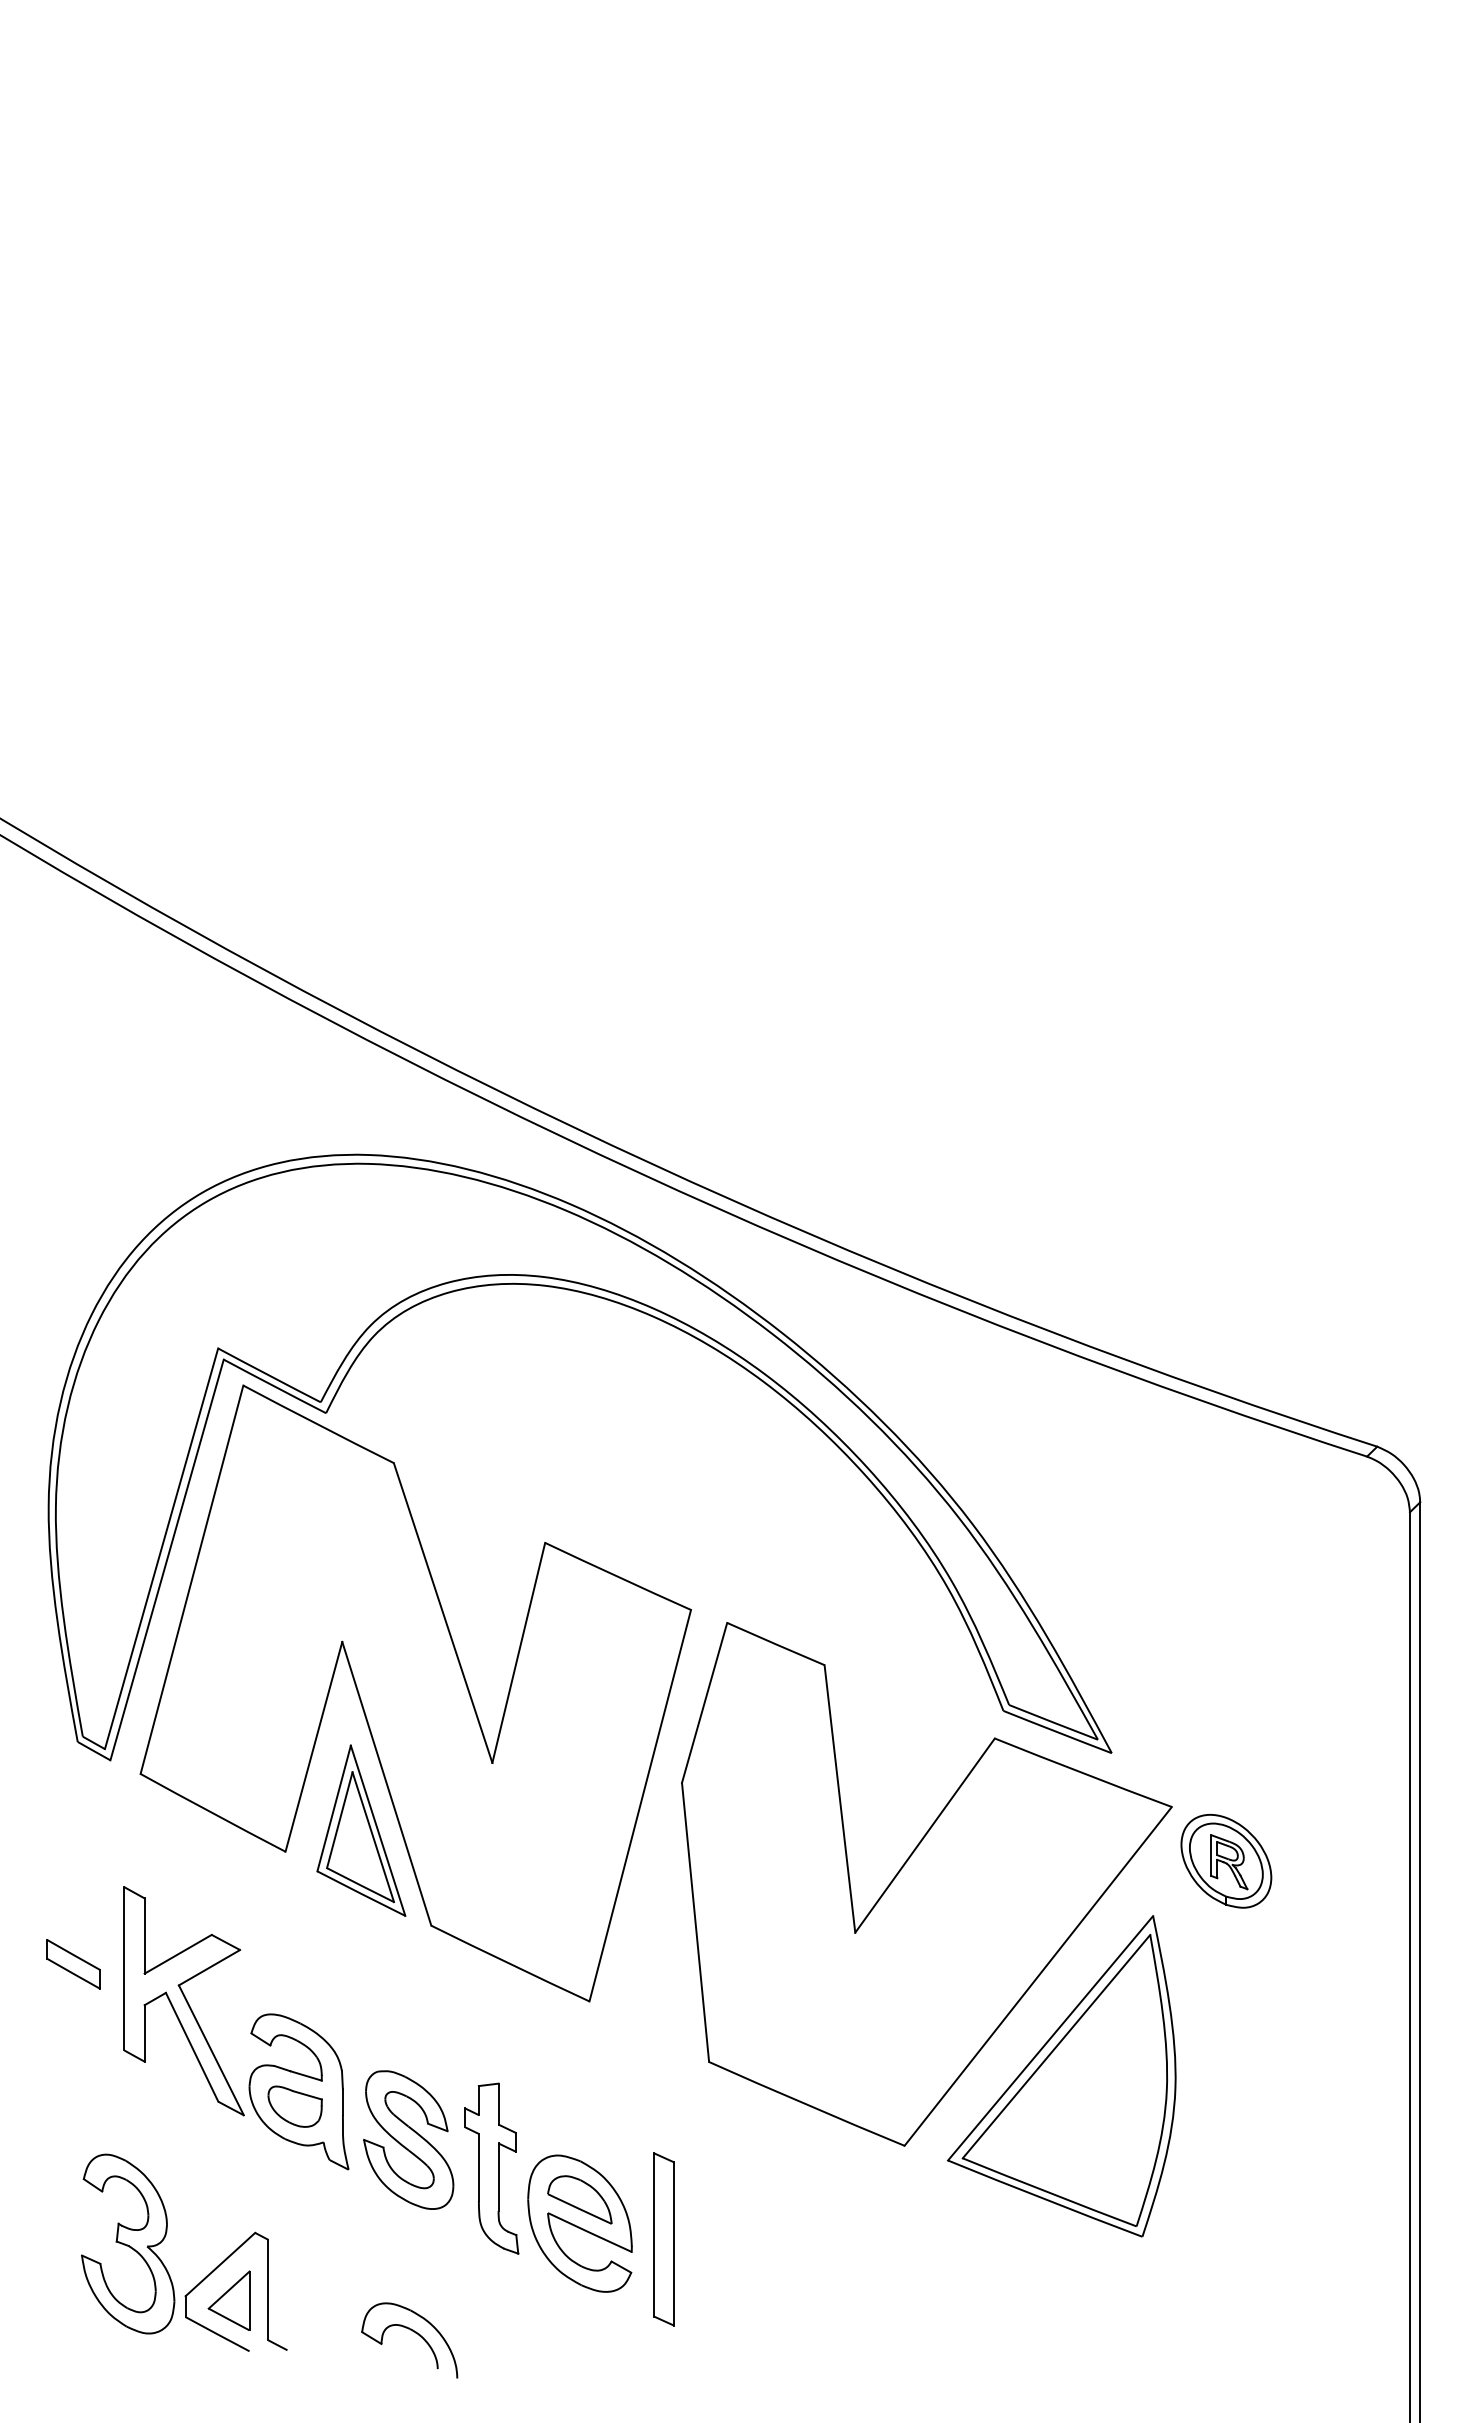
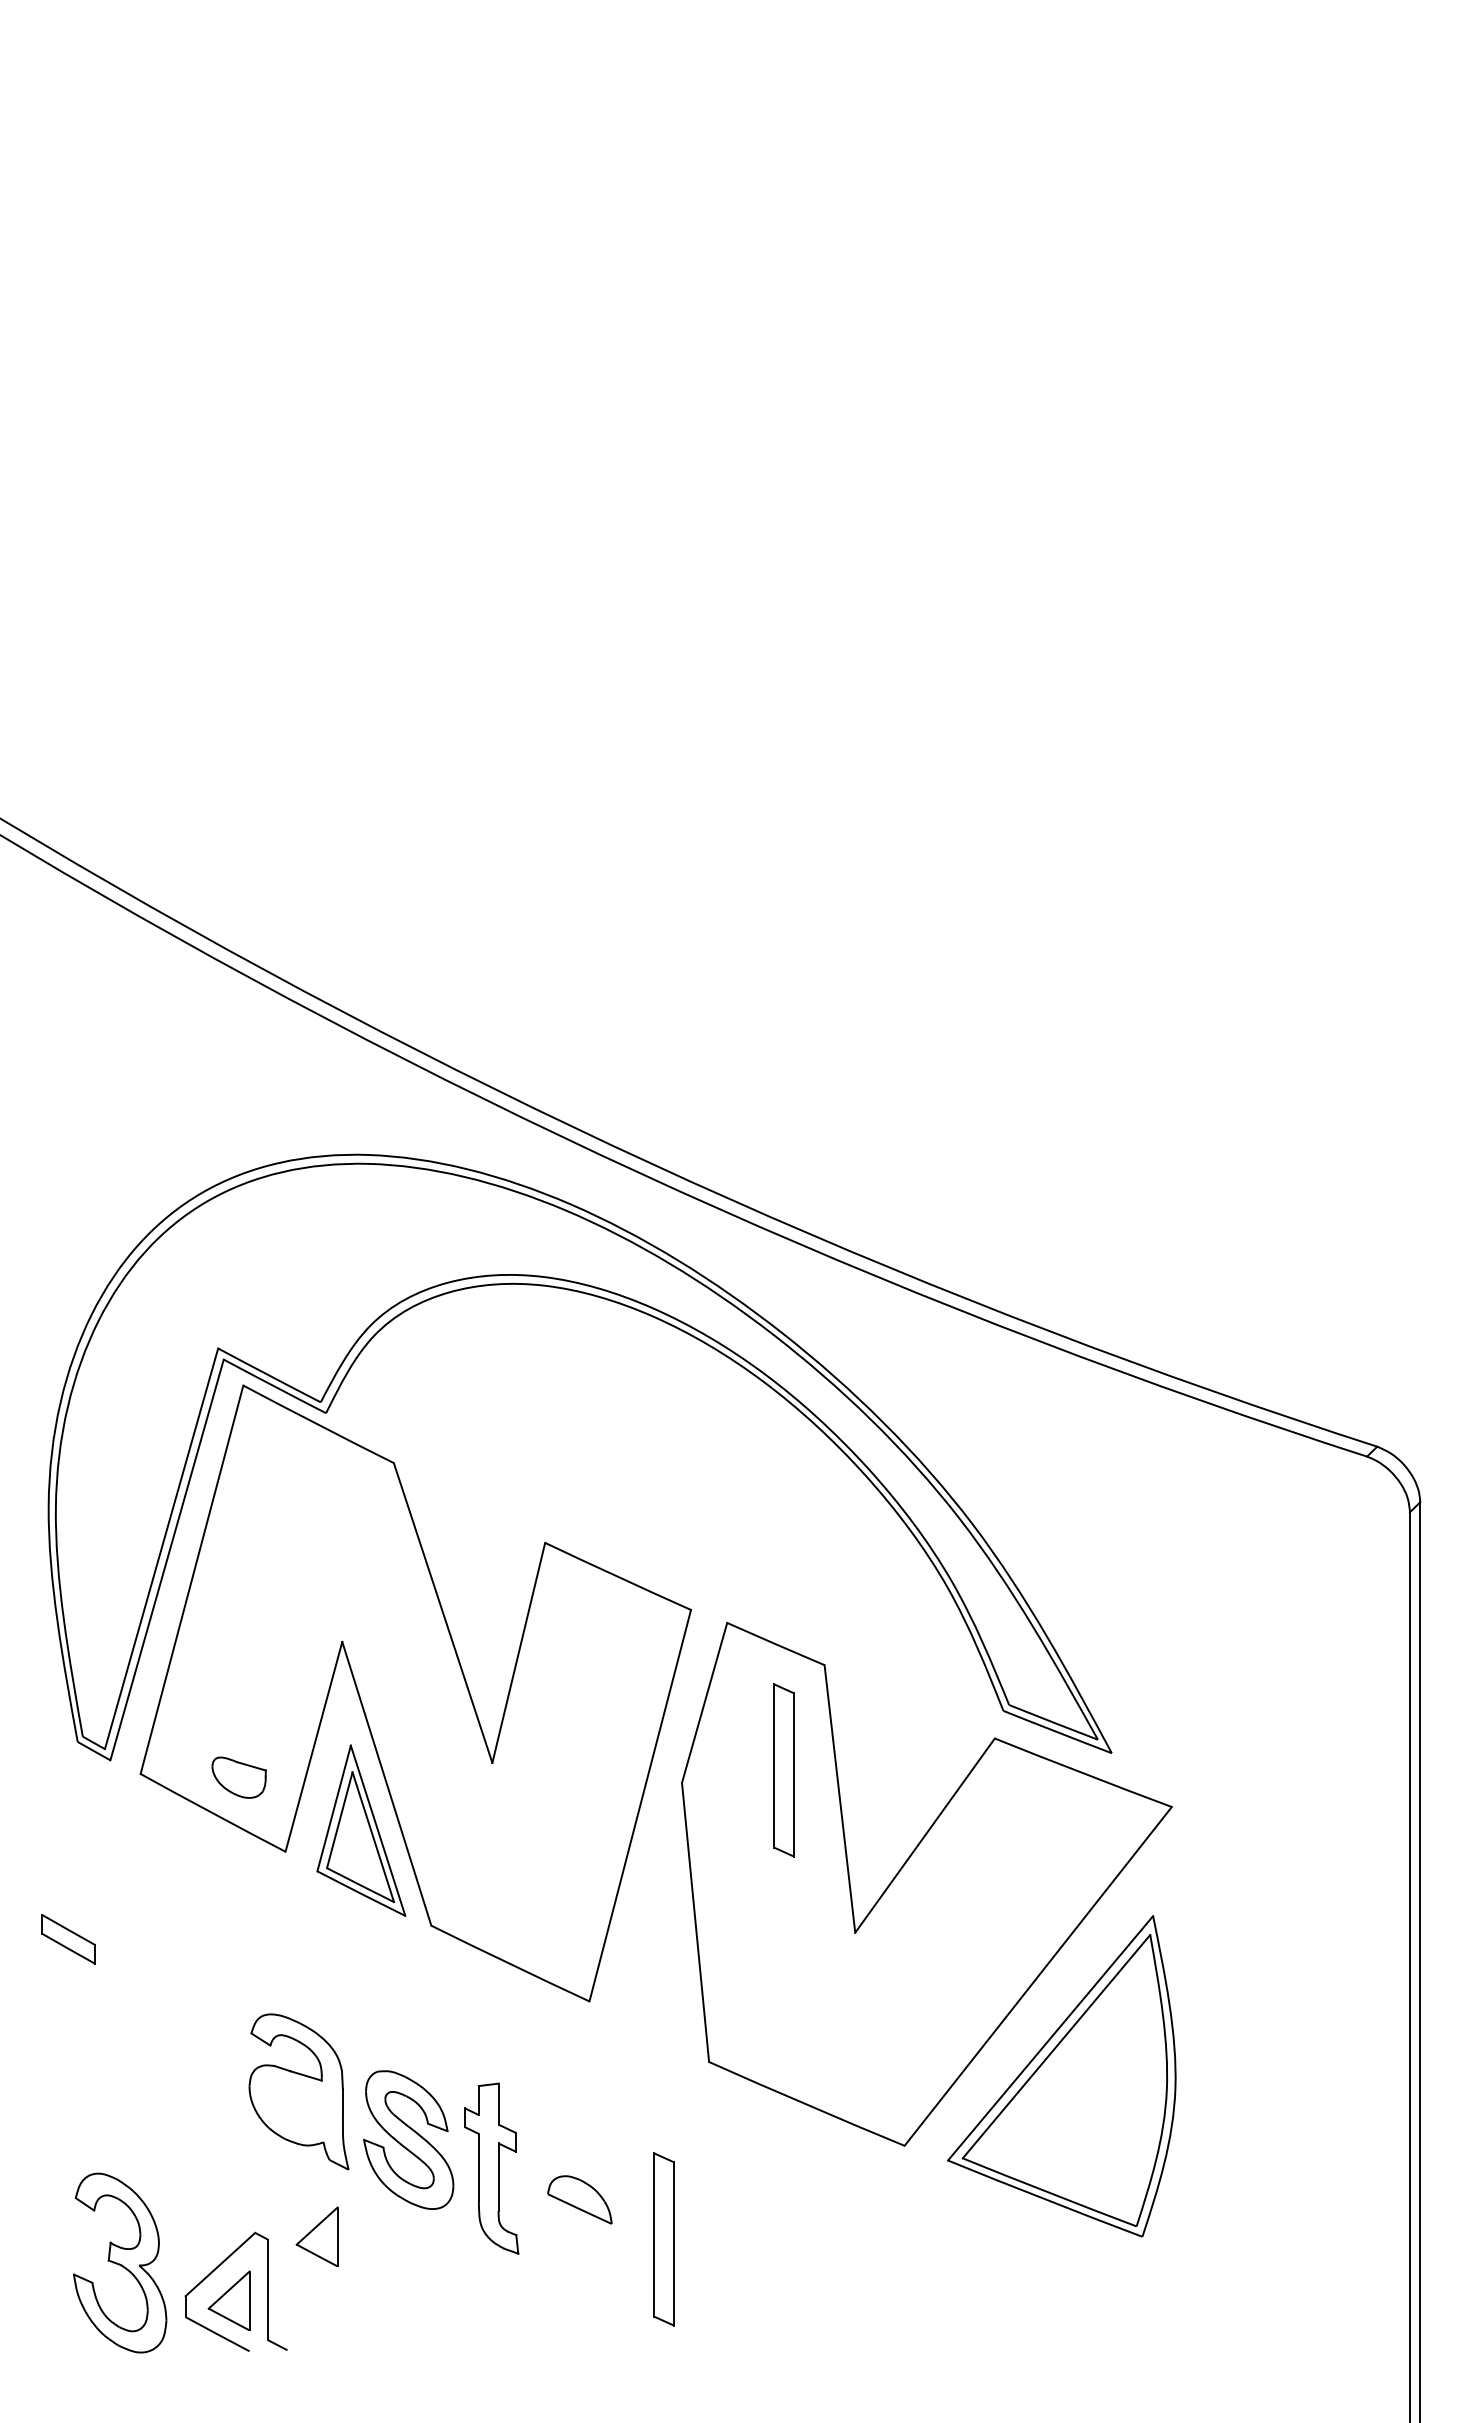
part at (783, 1770): none -> present
part at (1226, 1861): present -> none
part at (73, 1964) position: (73, 1964) -> (68, 1939)
part at (183, 2001): present -> none
part at (294, 2106) position: (294, 2106) -> (238, 1777)
part at (579, 2223): present -> none
part at (316, 2236): none -> present
part at (128, 2243) position: (128, 2243) -> (120, 2262)
part at (413, 2332): present -> none
